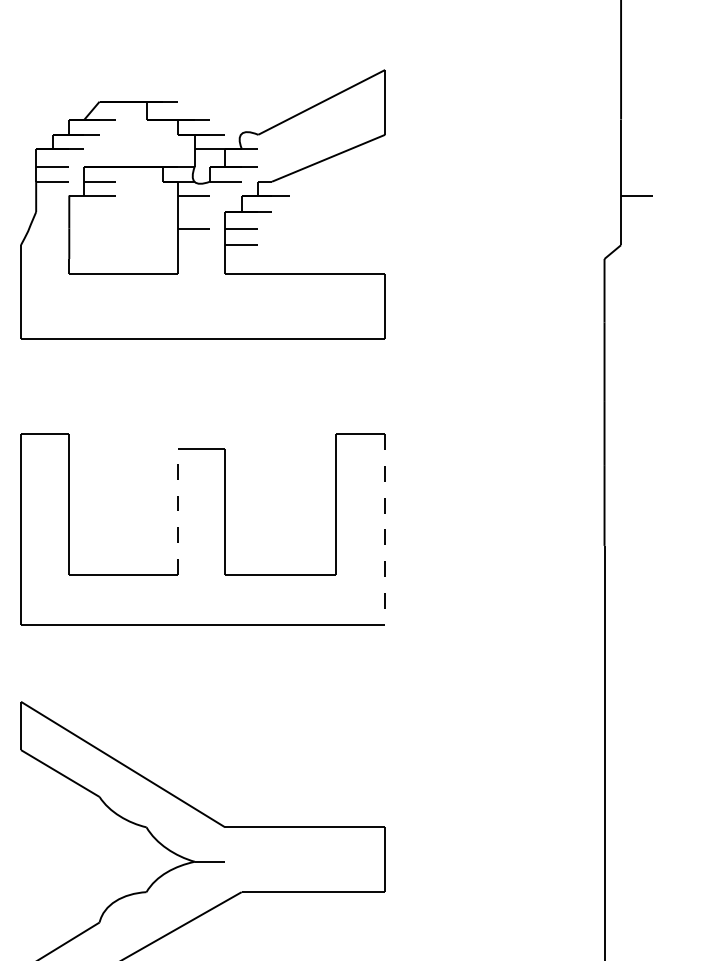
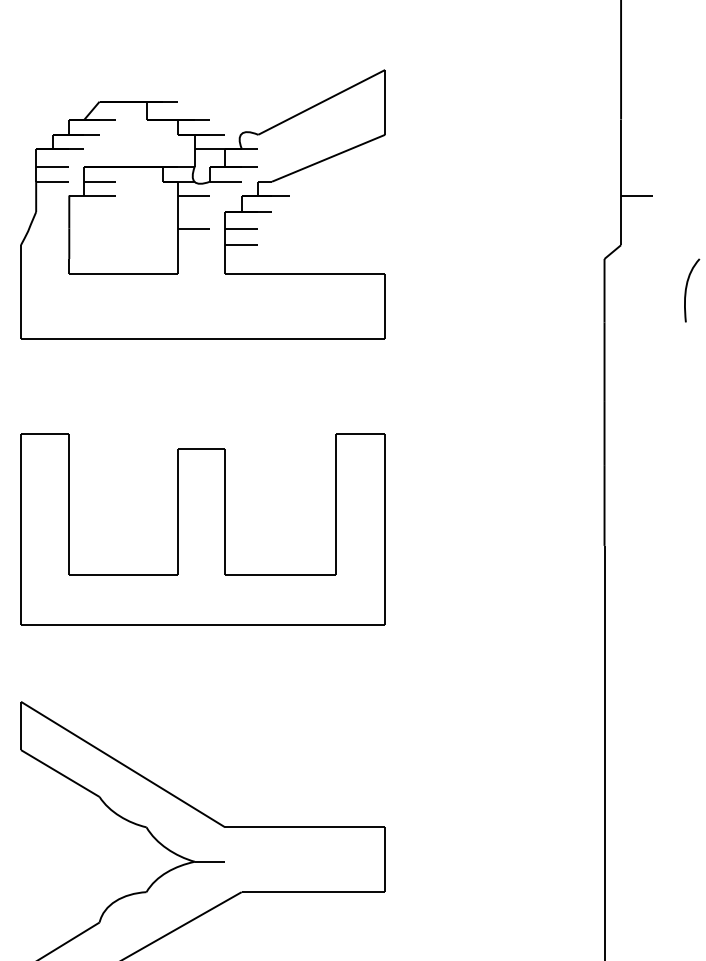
curve at (687, 287): none -> present
line at (178, 512): dashed -> solid
line at (385, 529): dashed -> solid
